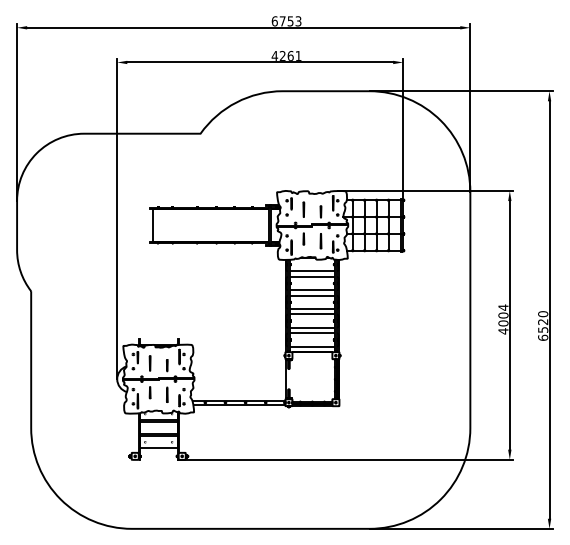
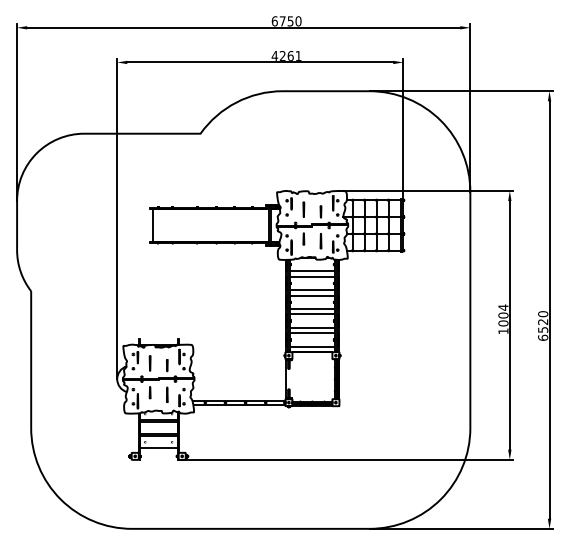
text at (298, 21): 6753 -> 6750
text at (503, 331): 4004 -> 1004
